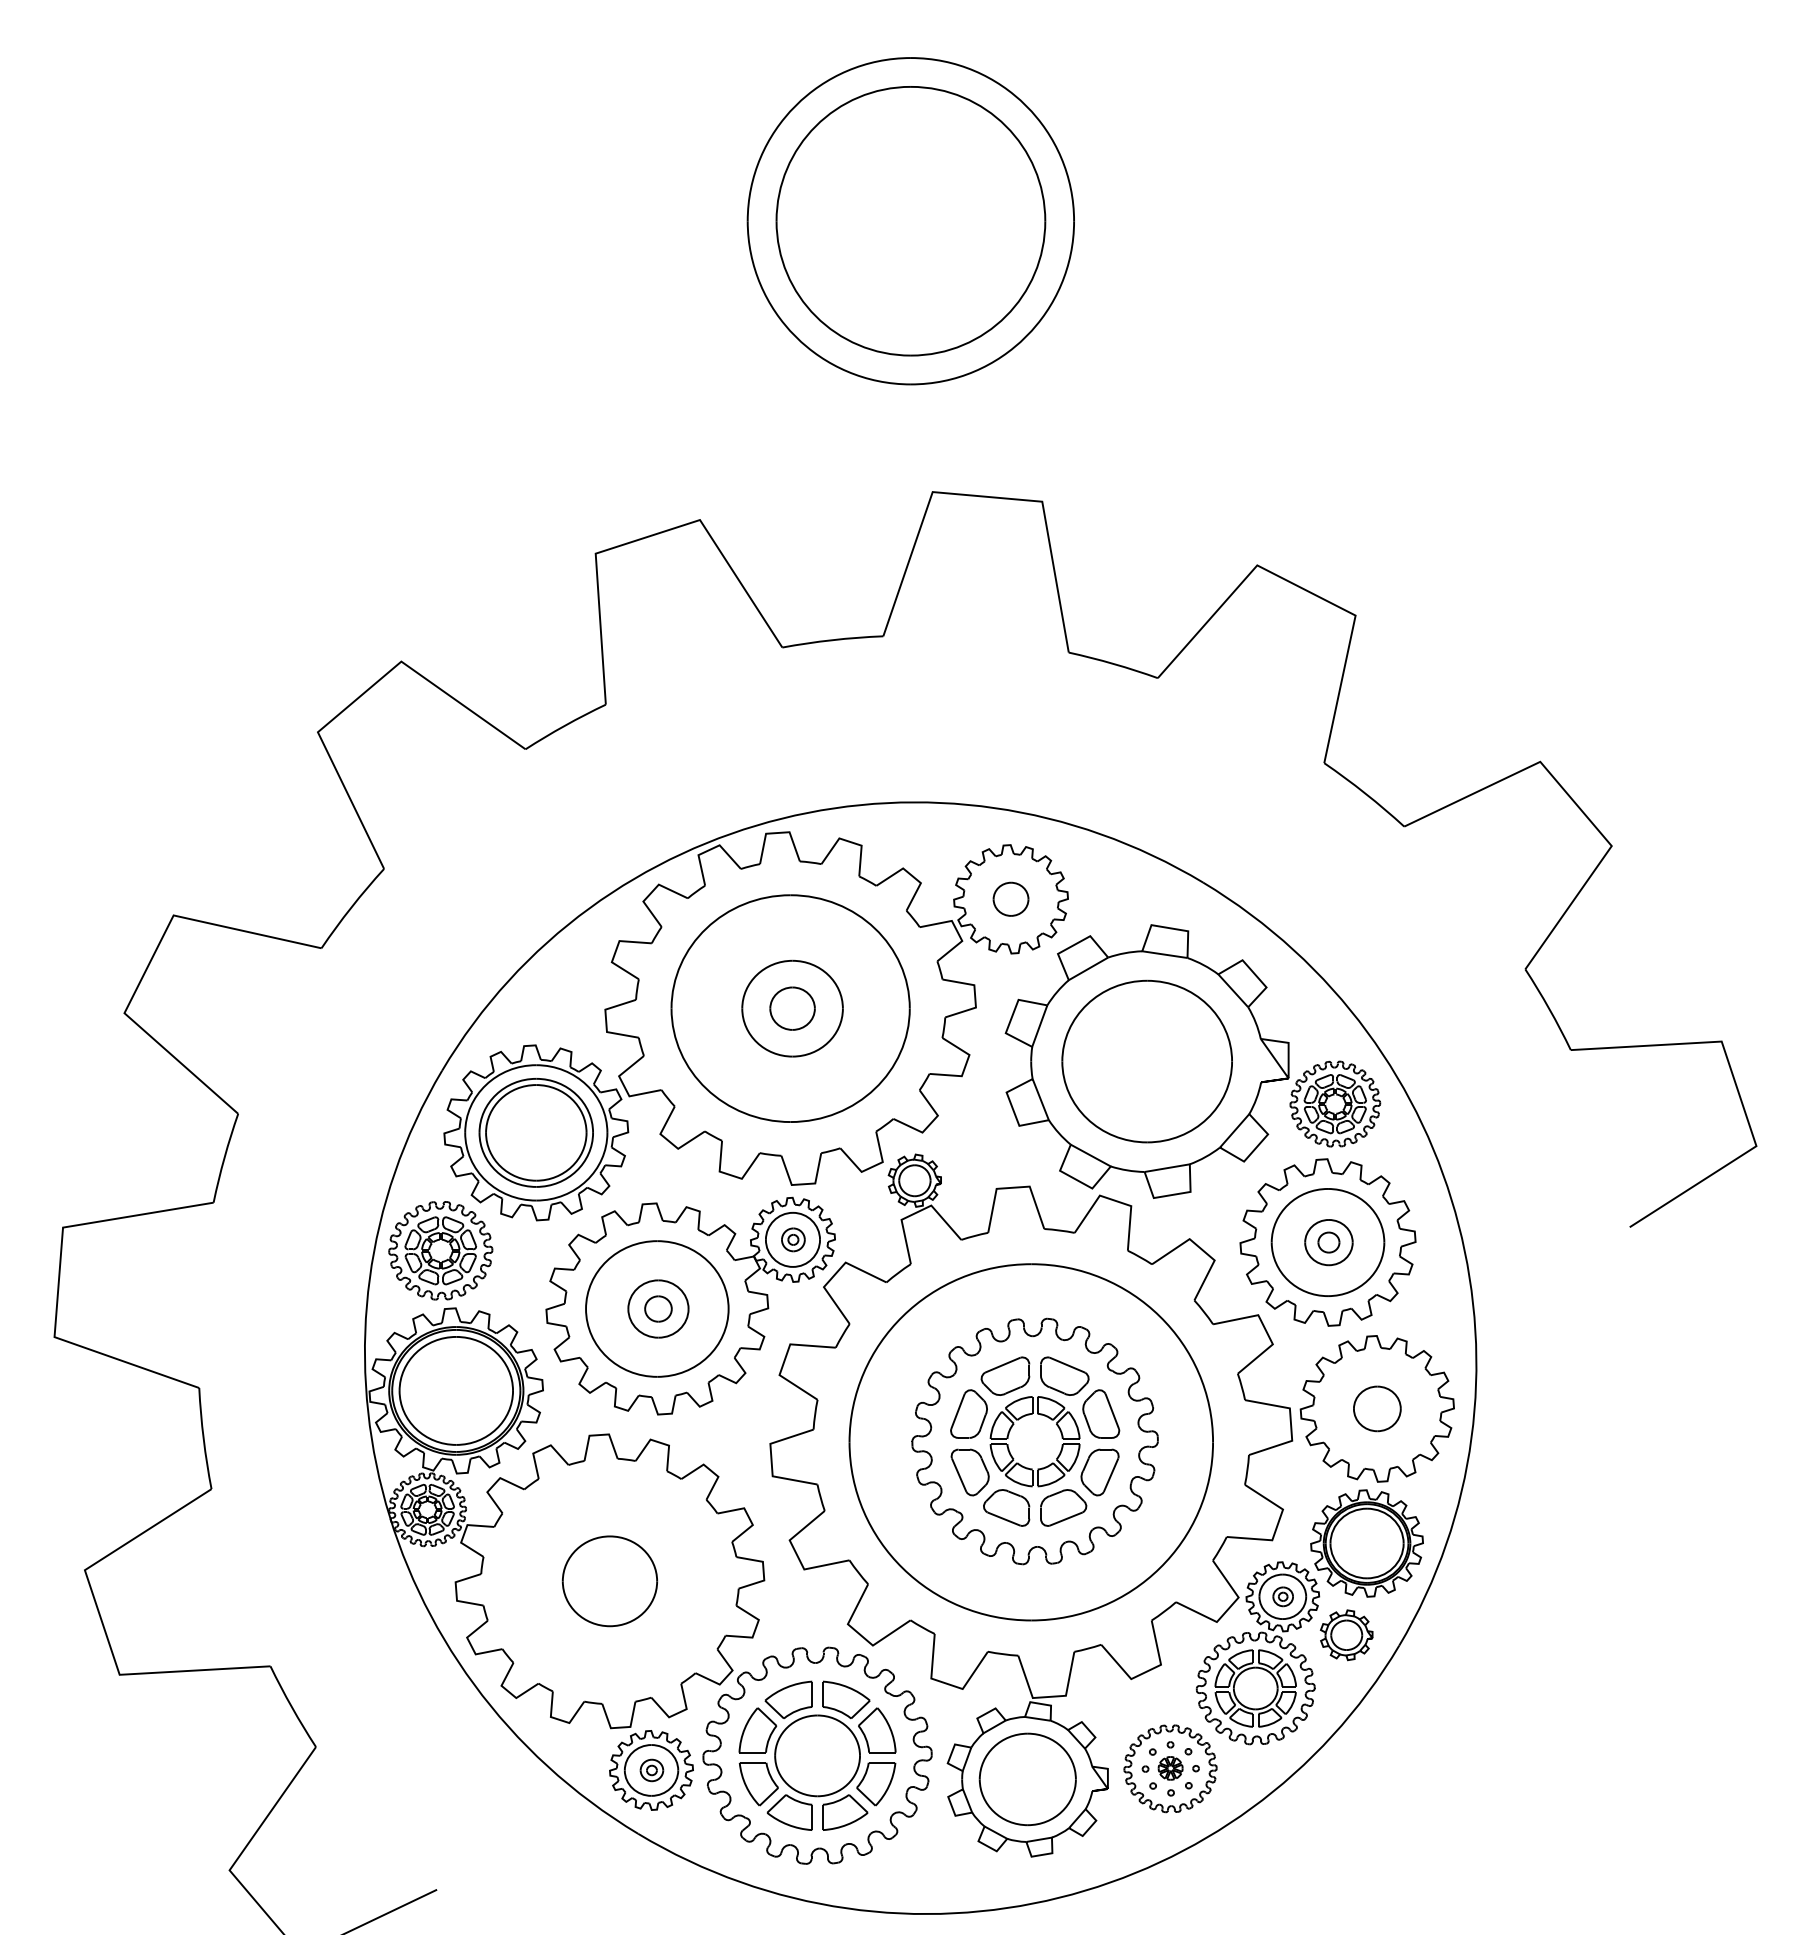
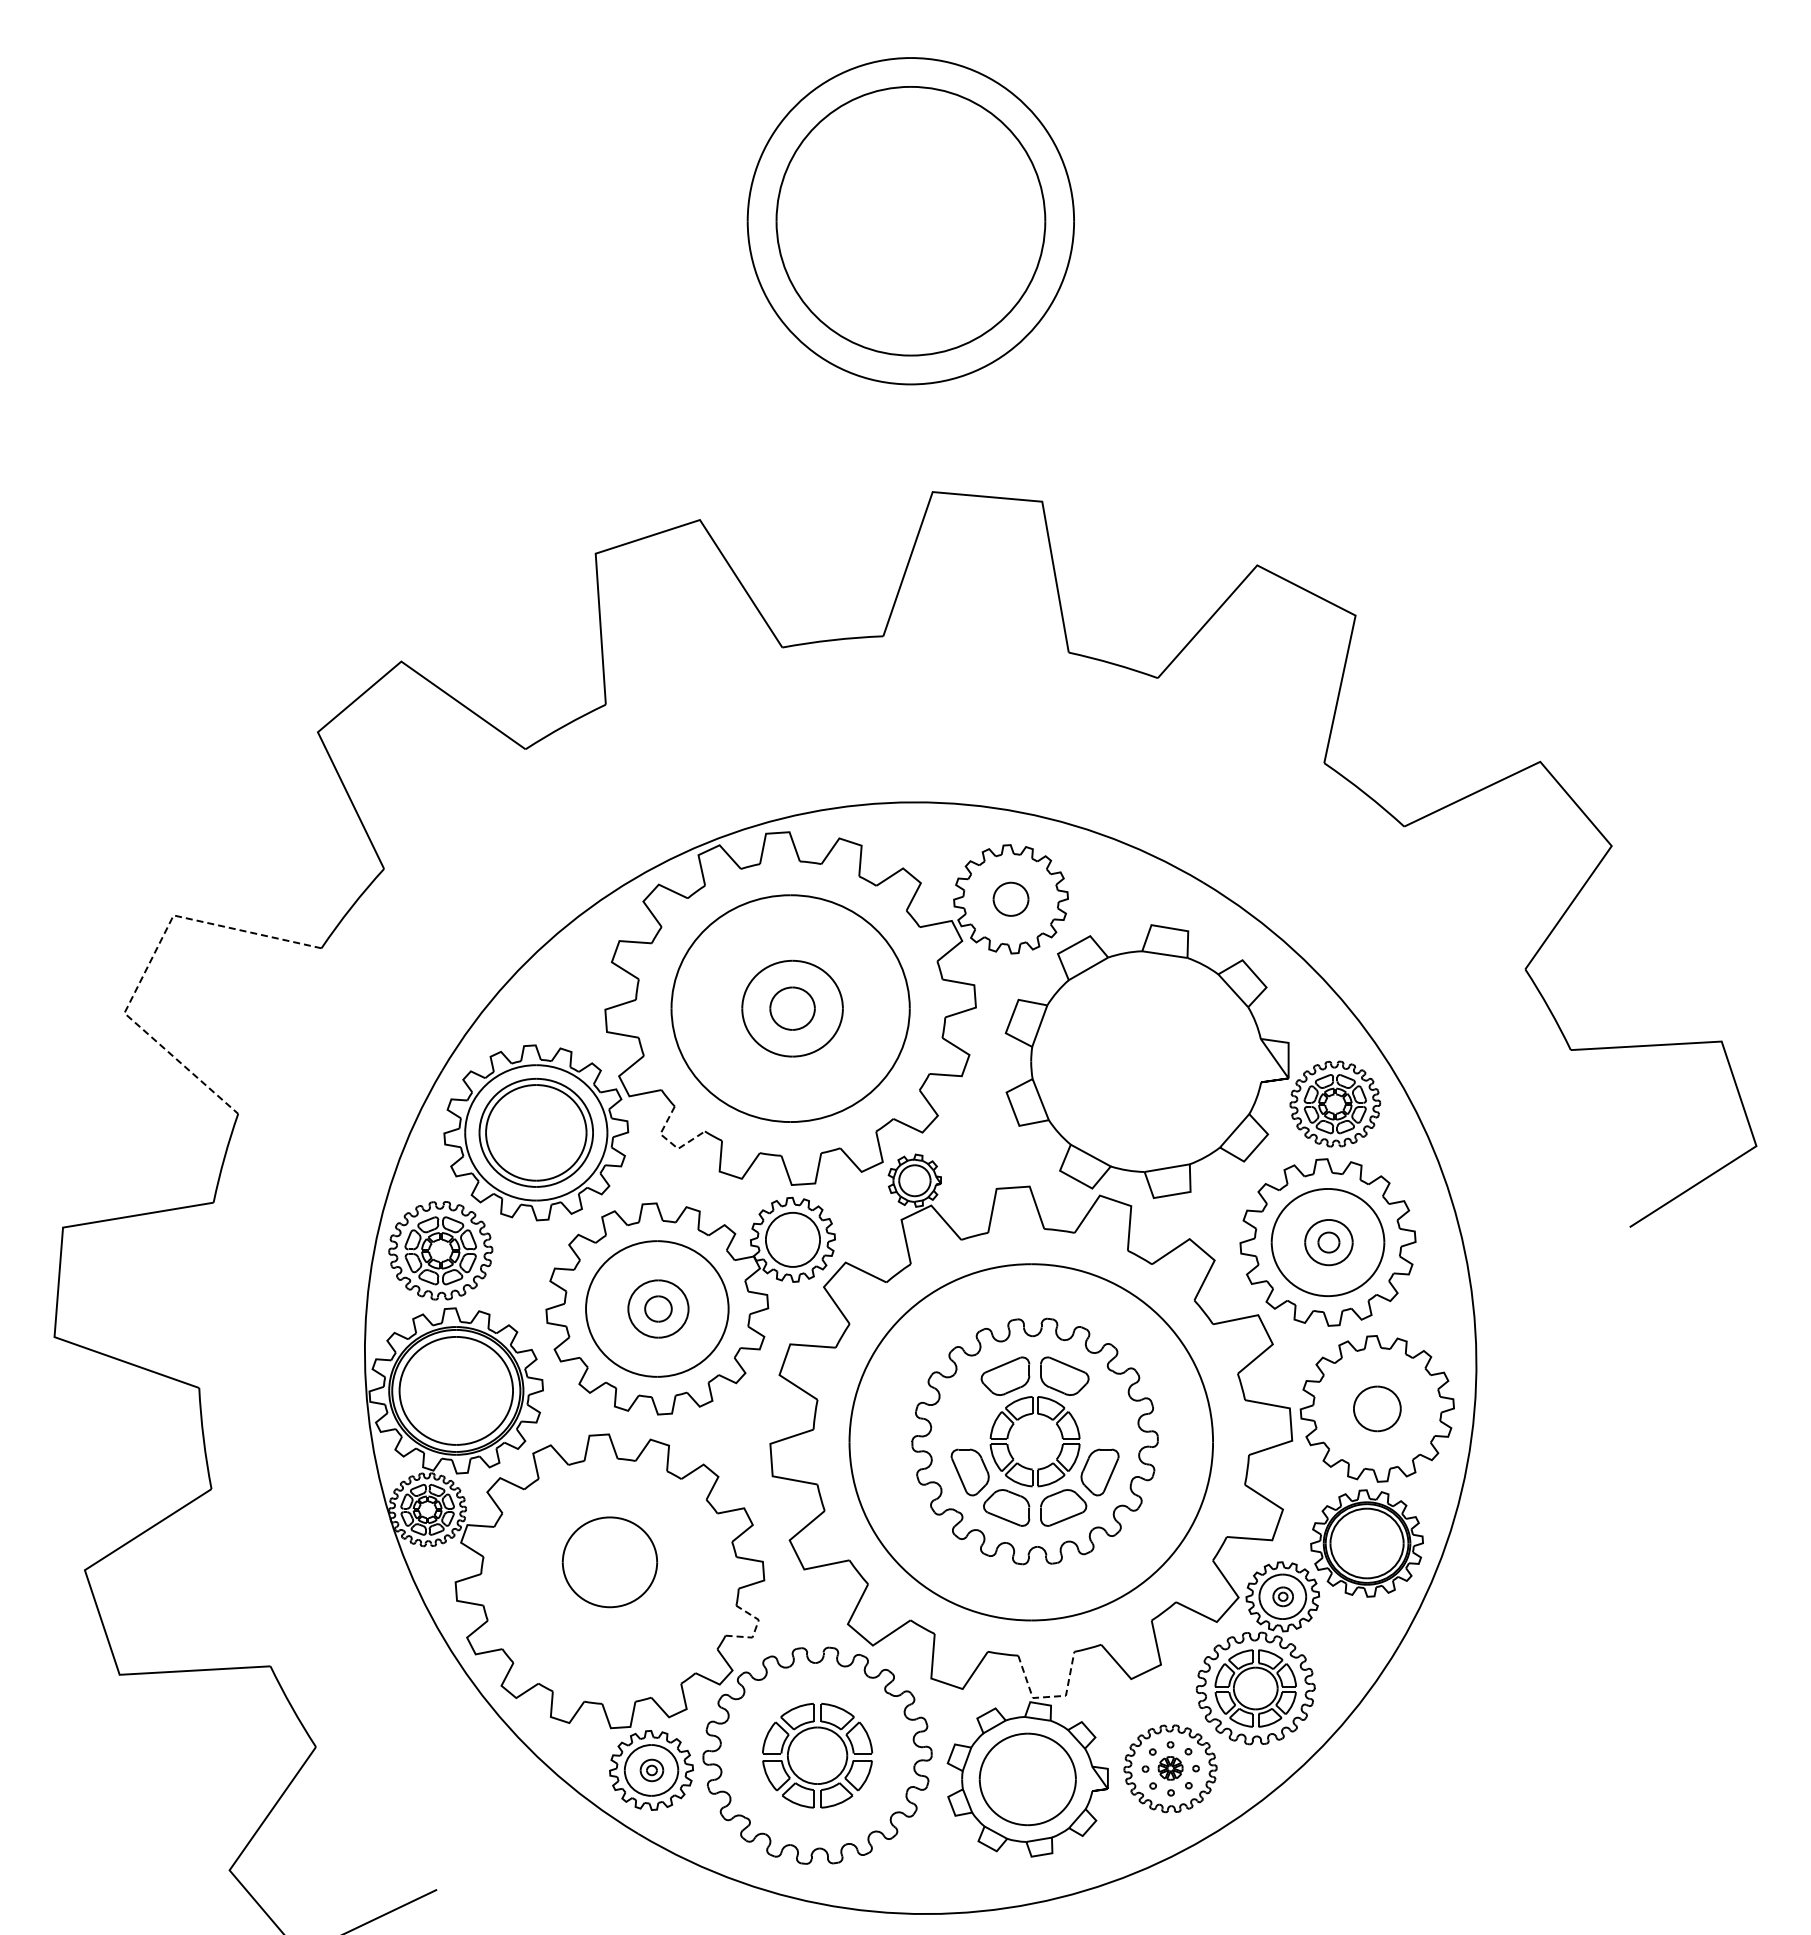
line at (149, 964): solid -> dashed
part at (1146, 1061): present -> none
line at (669, 1141): solid -> dashed
part at (793, 1239): present -> none
part at (968, 1413): present -> none
part at (1101, 1413): present -> none
part at (609, 1581) position: (609, 1581) -> (609, 1562)
line at (755, 1628): solid -> dashed
part at (1346, 1635): present -> none
line at (1049, 1696): solid -> dashed
part at (817, 1755) size: 159x151 px -> 112x106 px
